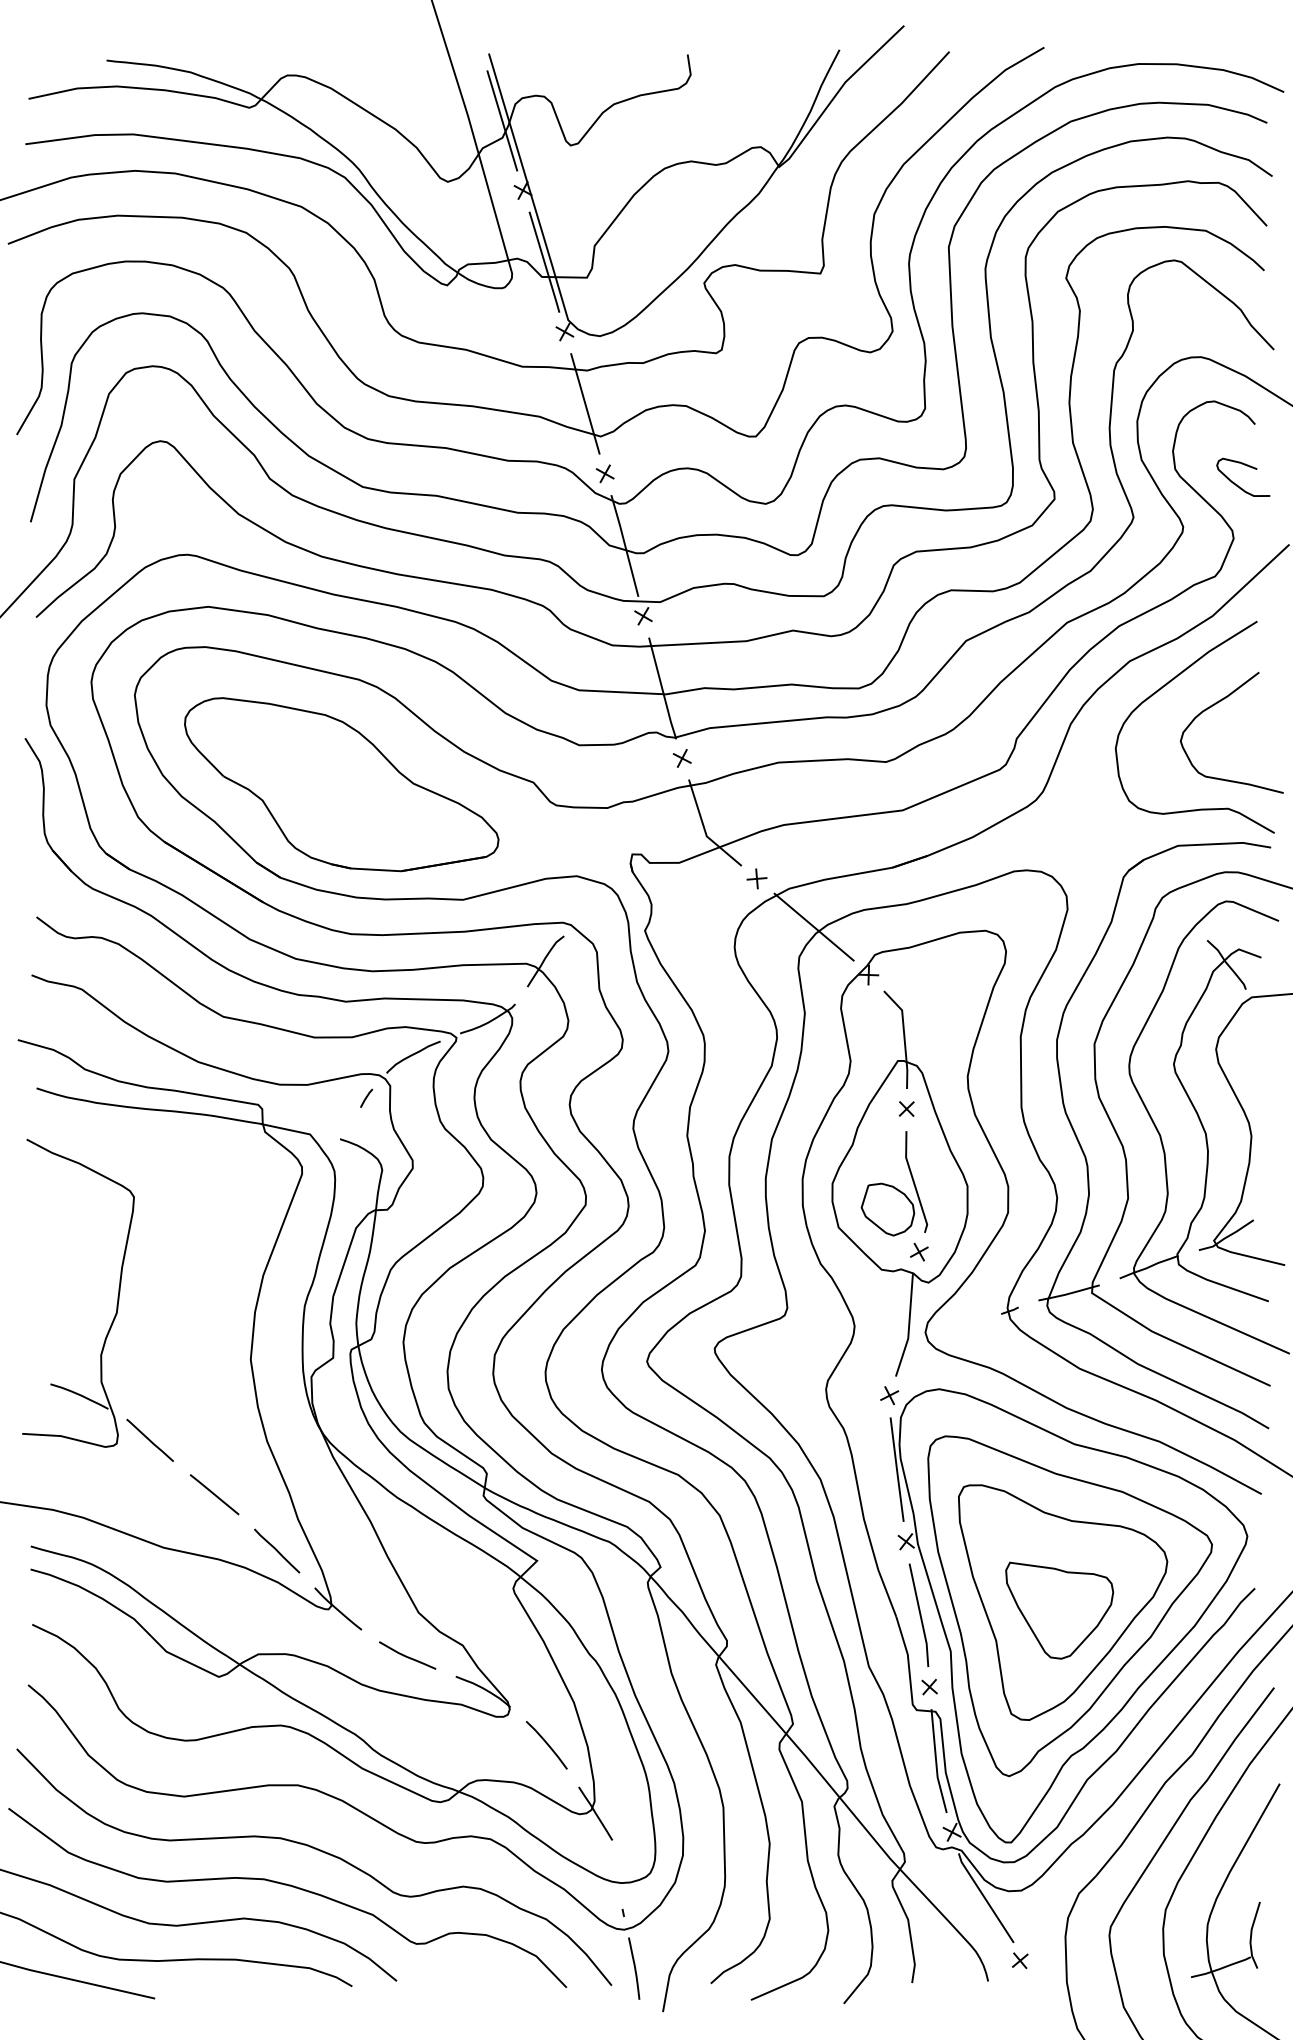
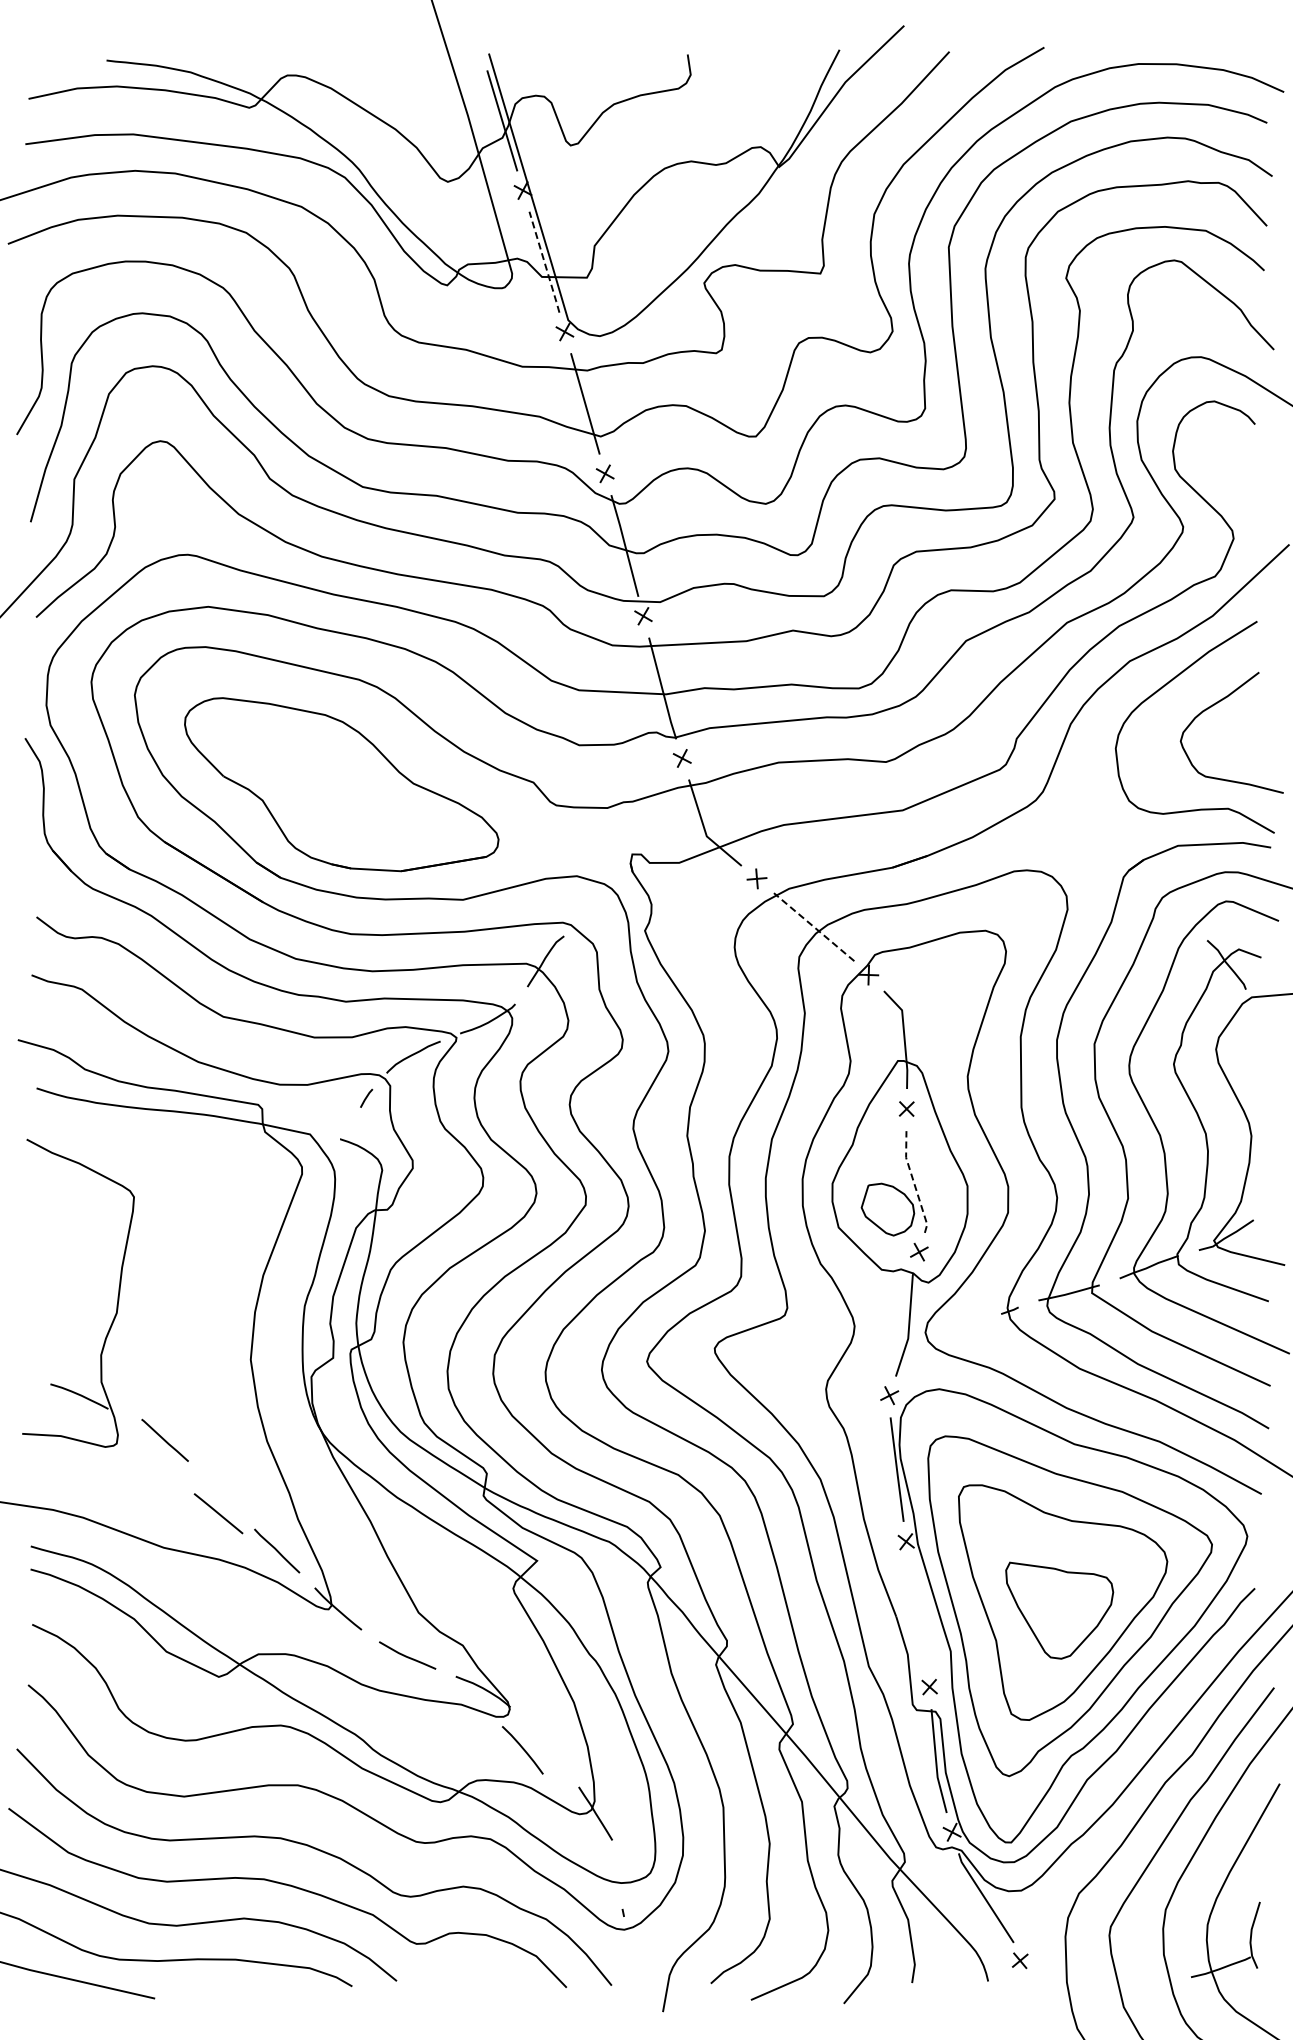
line at (544, 262): solid -> dashed
curve at (1237, 484): present -> none
line at (813, 926): solid -> dashed
line at (913, 1182): solid -> dashed
line at (149, 1439) position: (149, 1439) -> (164, 1439)
line at (214, 1494) position: (214, 1494) -> (218, 1513)
line at (919, 1614): present -> none
curve at (546, 1744) position: (546, 1744) -> (522, 1749)
line at (634, 1968): present -> none
